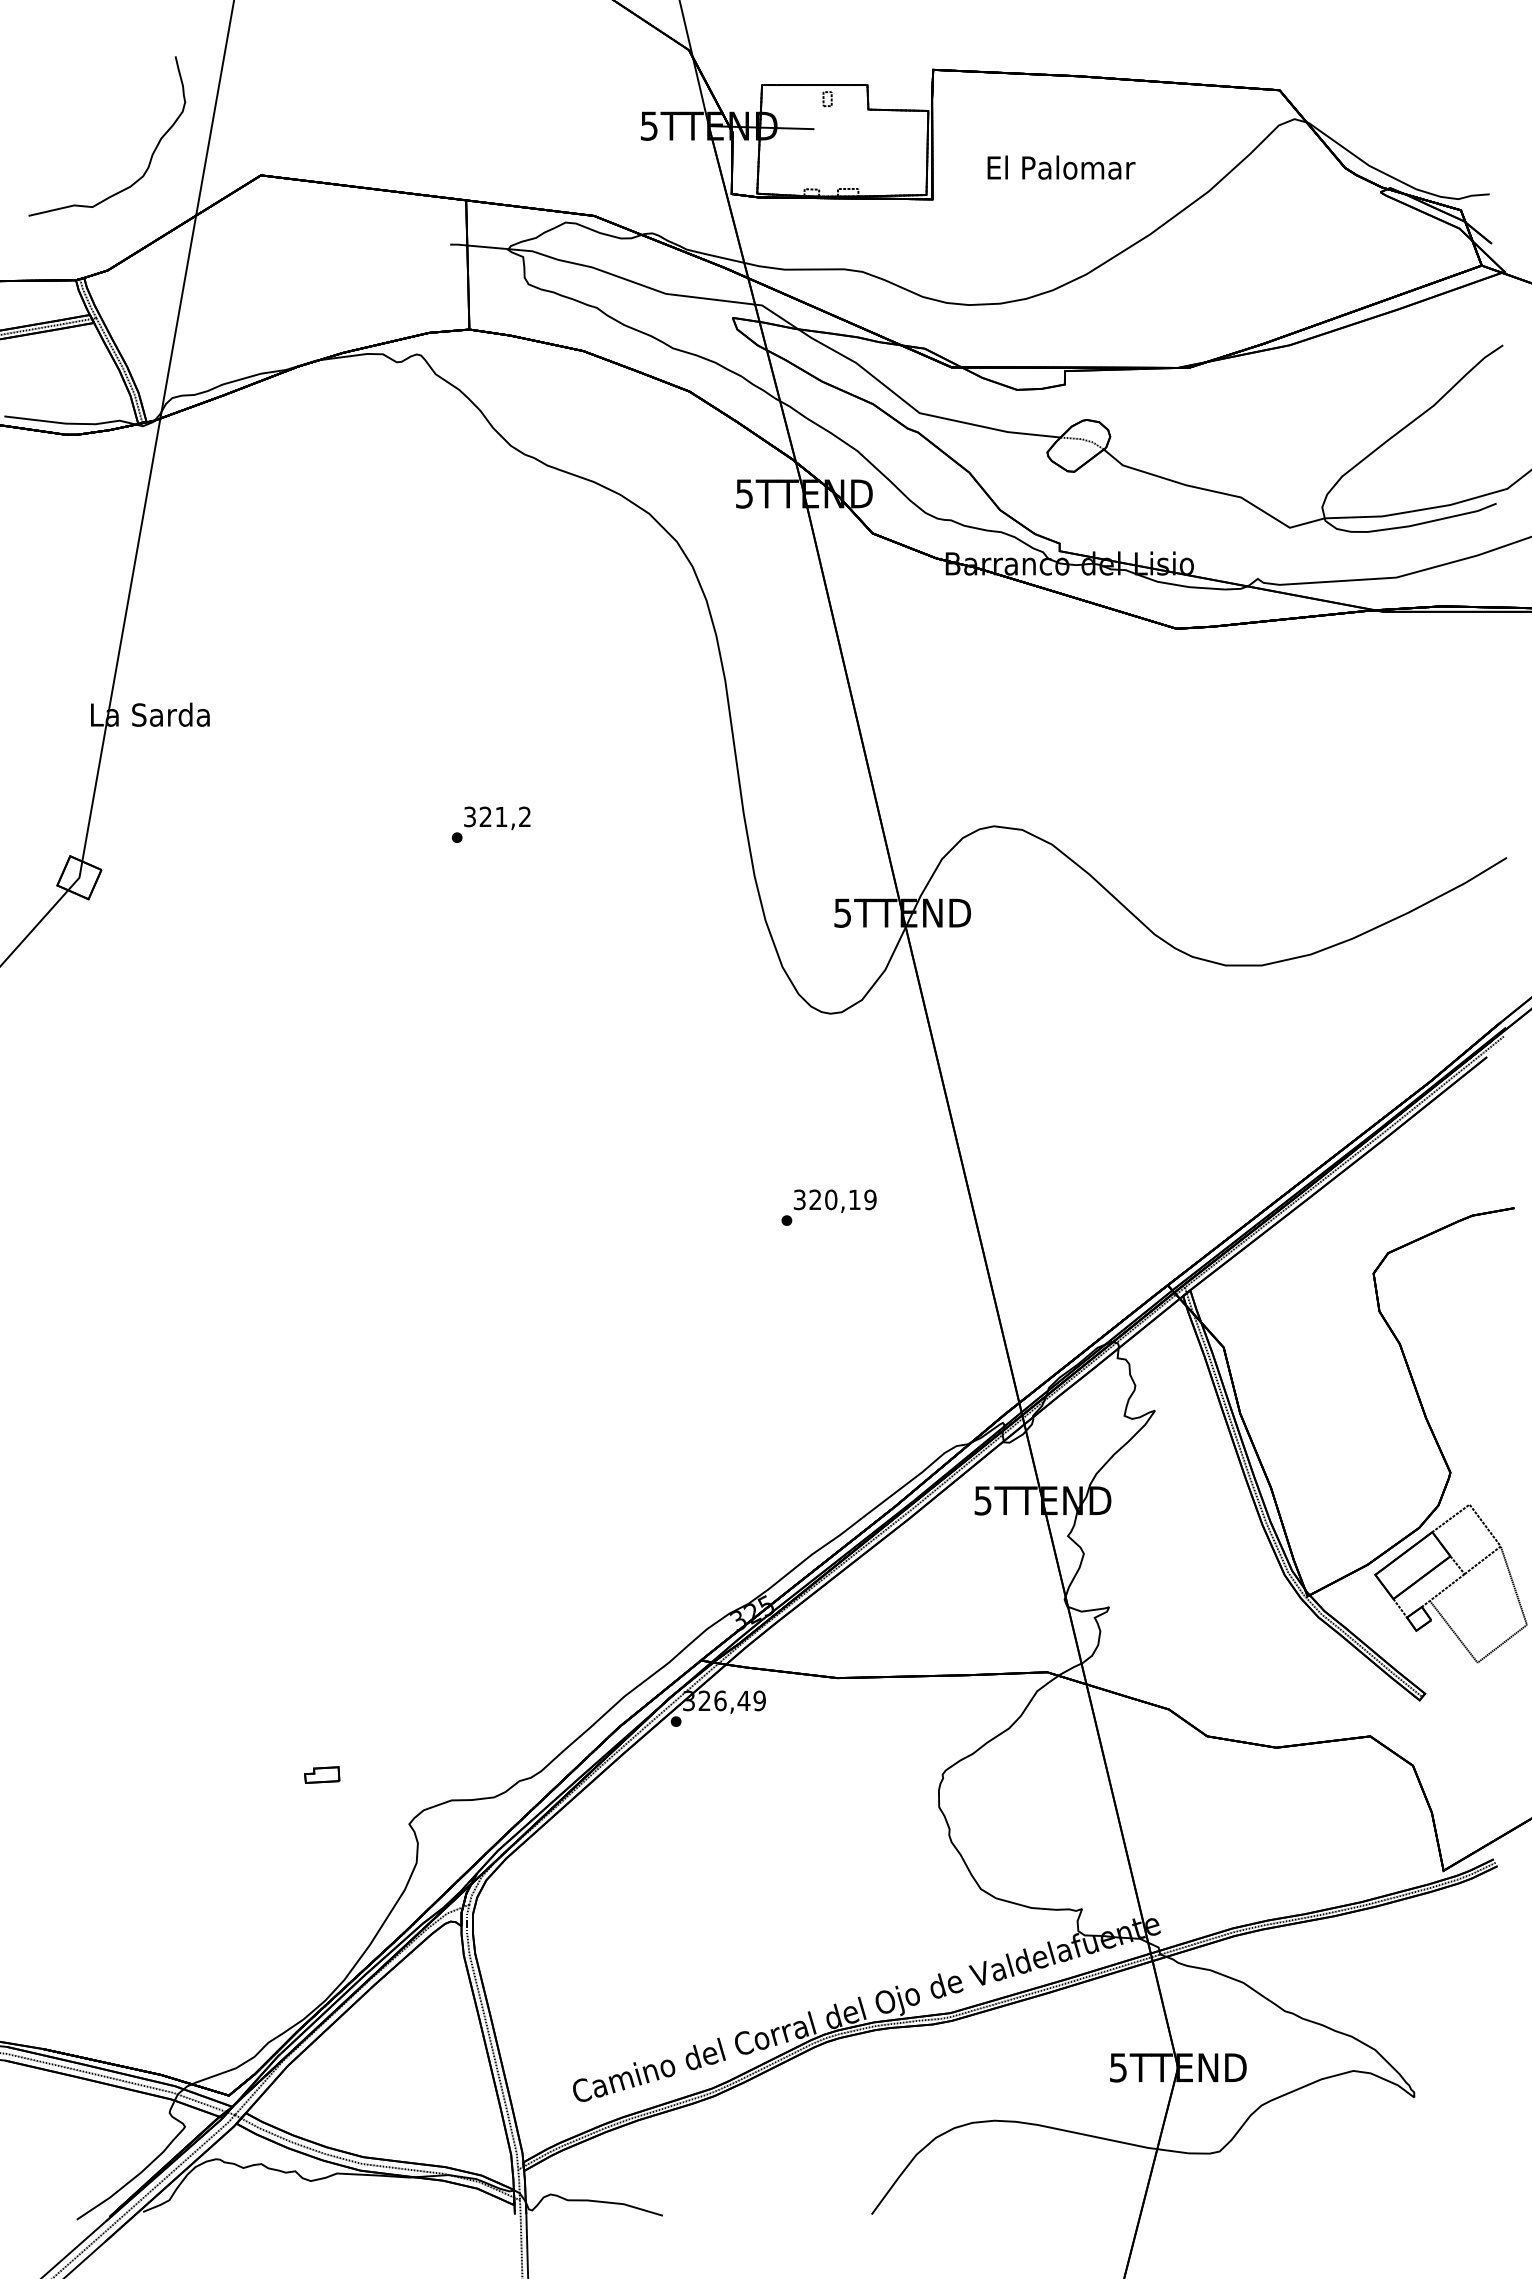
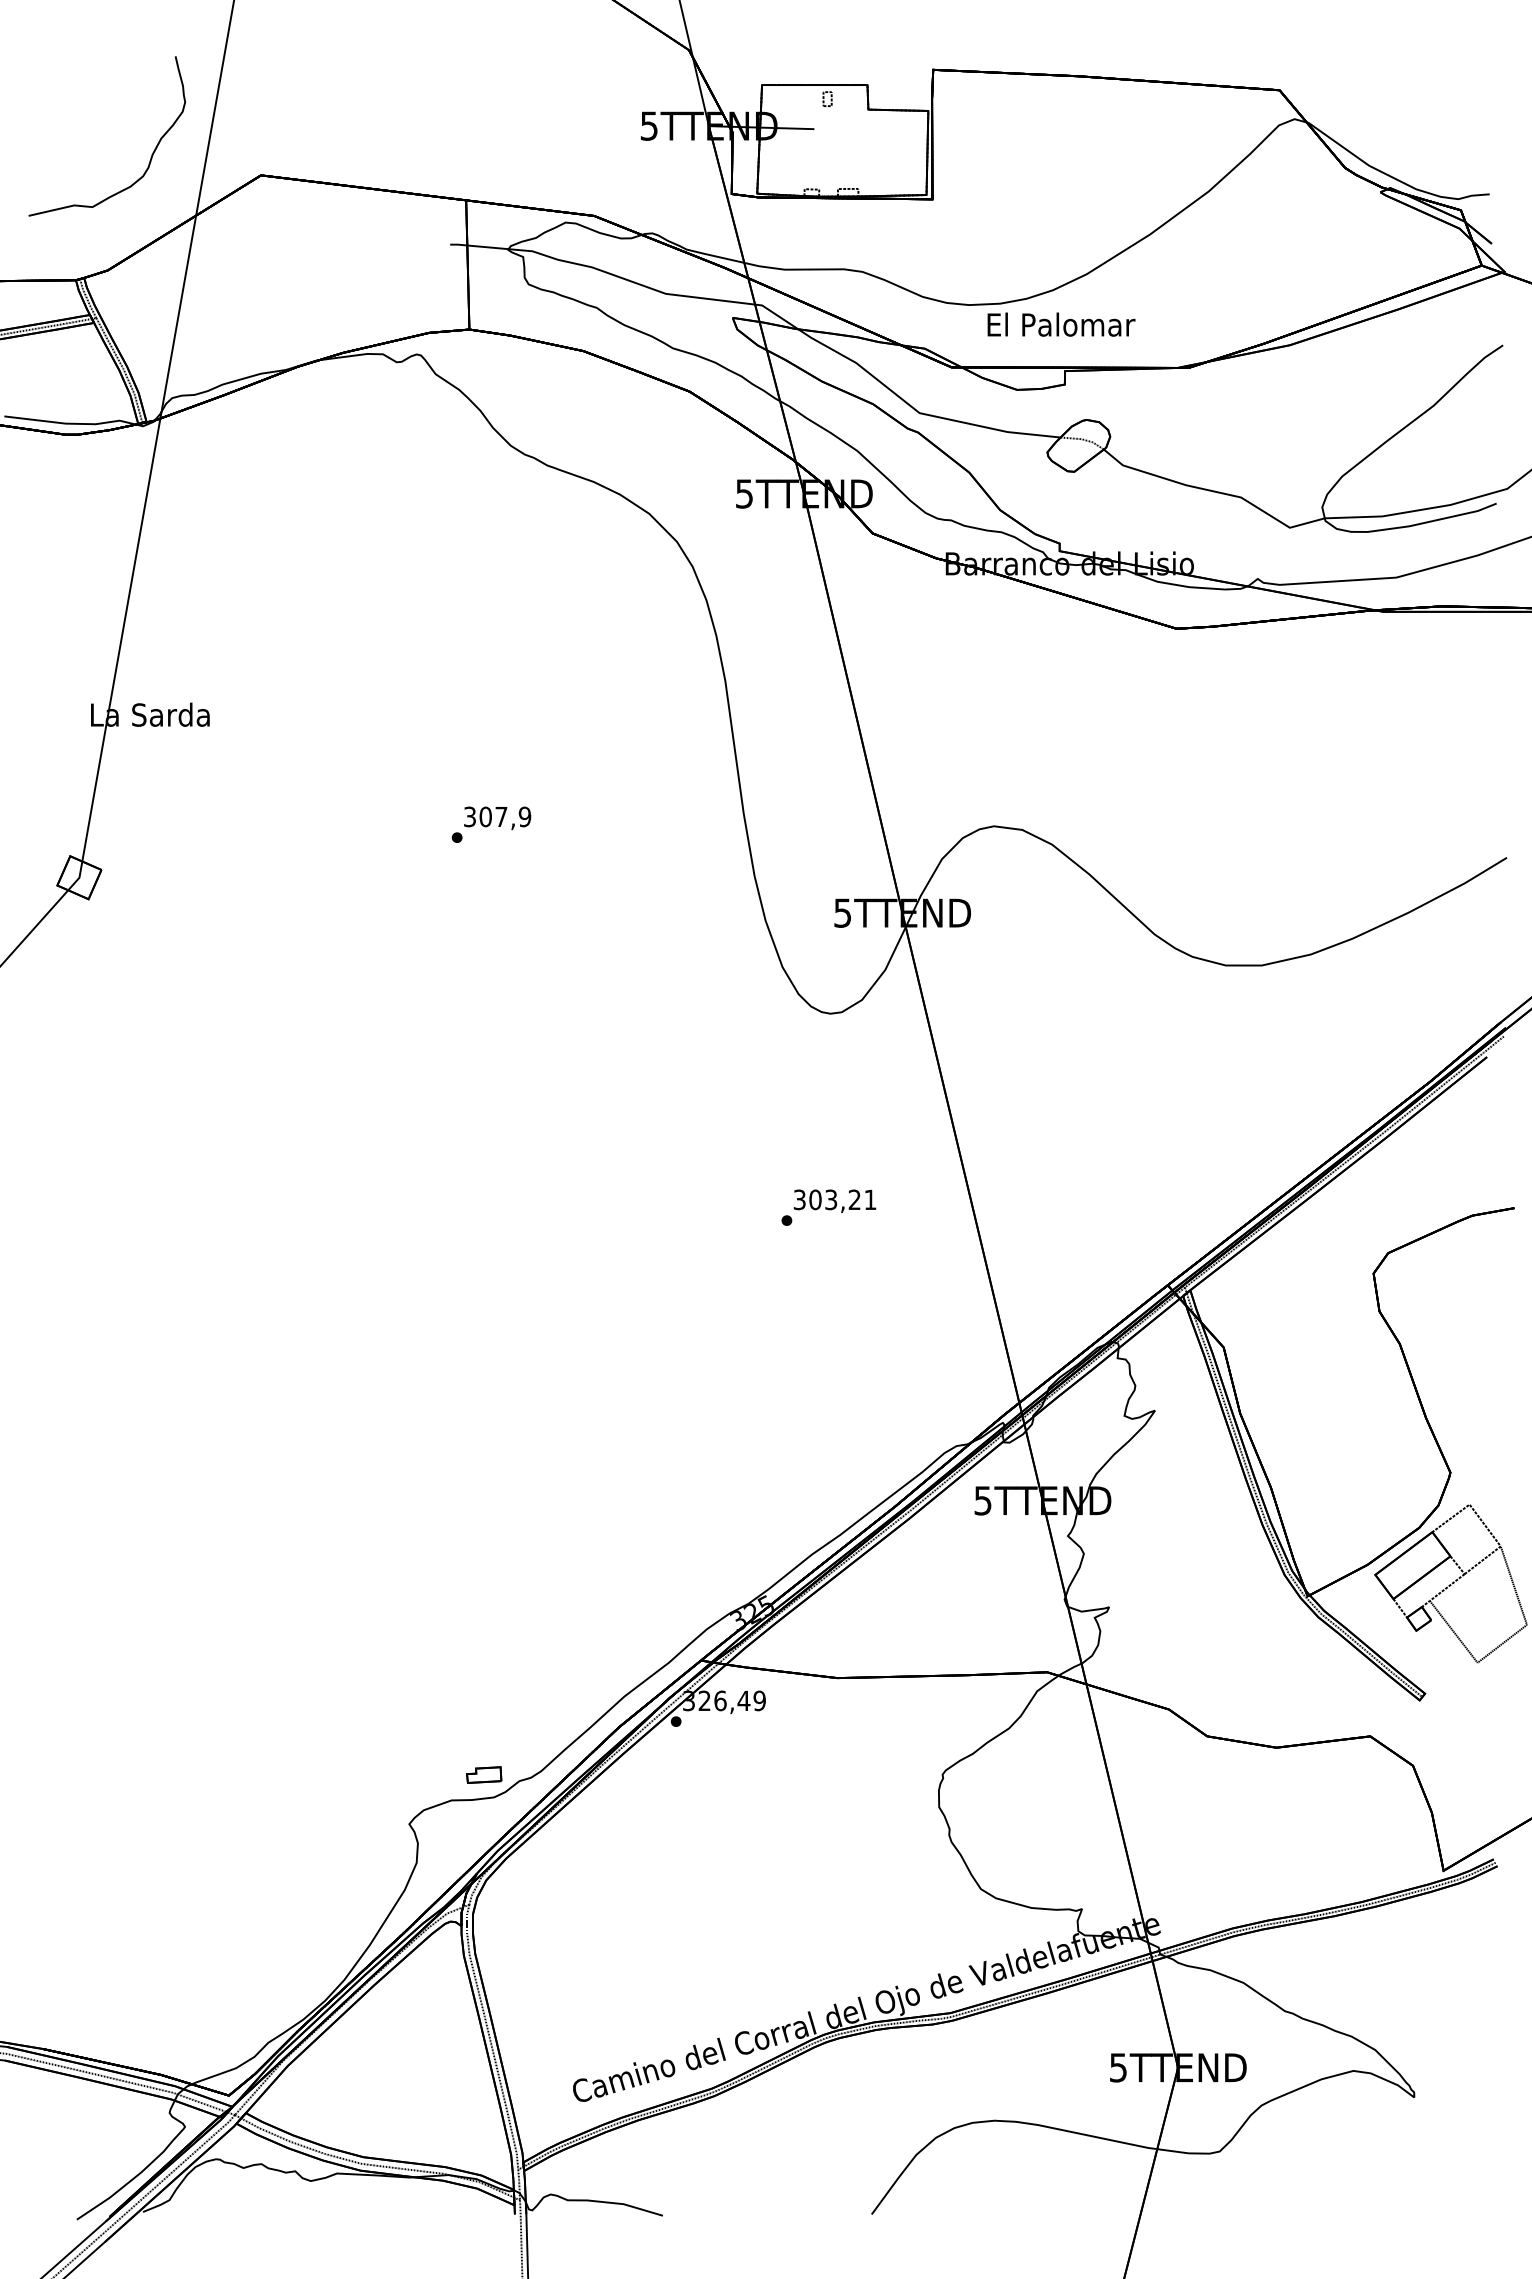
text at (1061, 167) position: (1061, 167) -> (1061, 324)
text at (505, 816): 321,2 -> 307,9
text at (842, 1199): 320,19 -> 303,21
part at (322, 1774) position: (322, 1774) -> (484, 1774)
